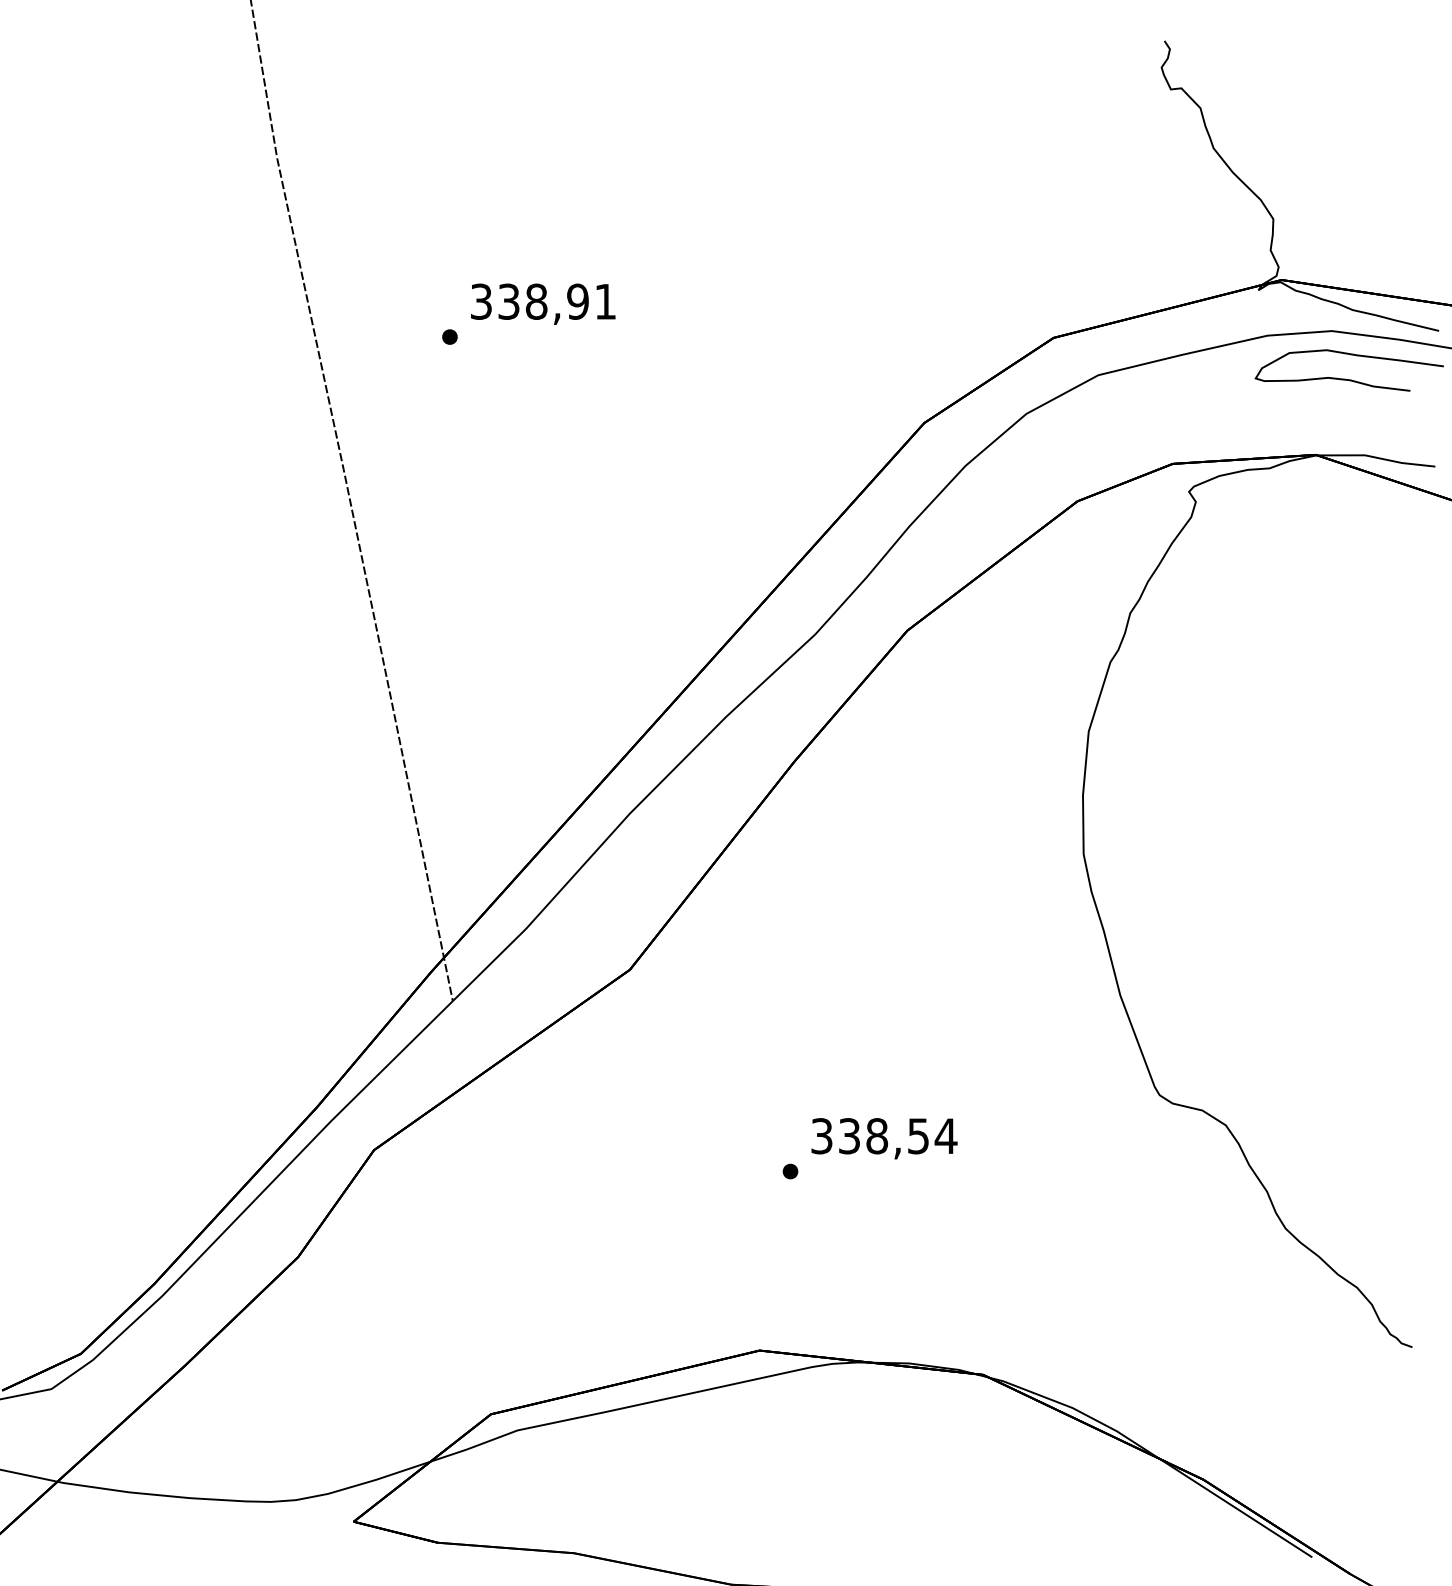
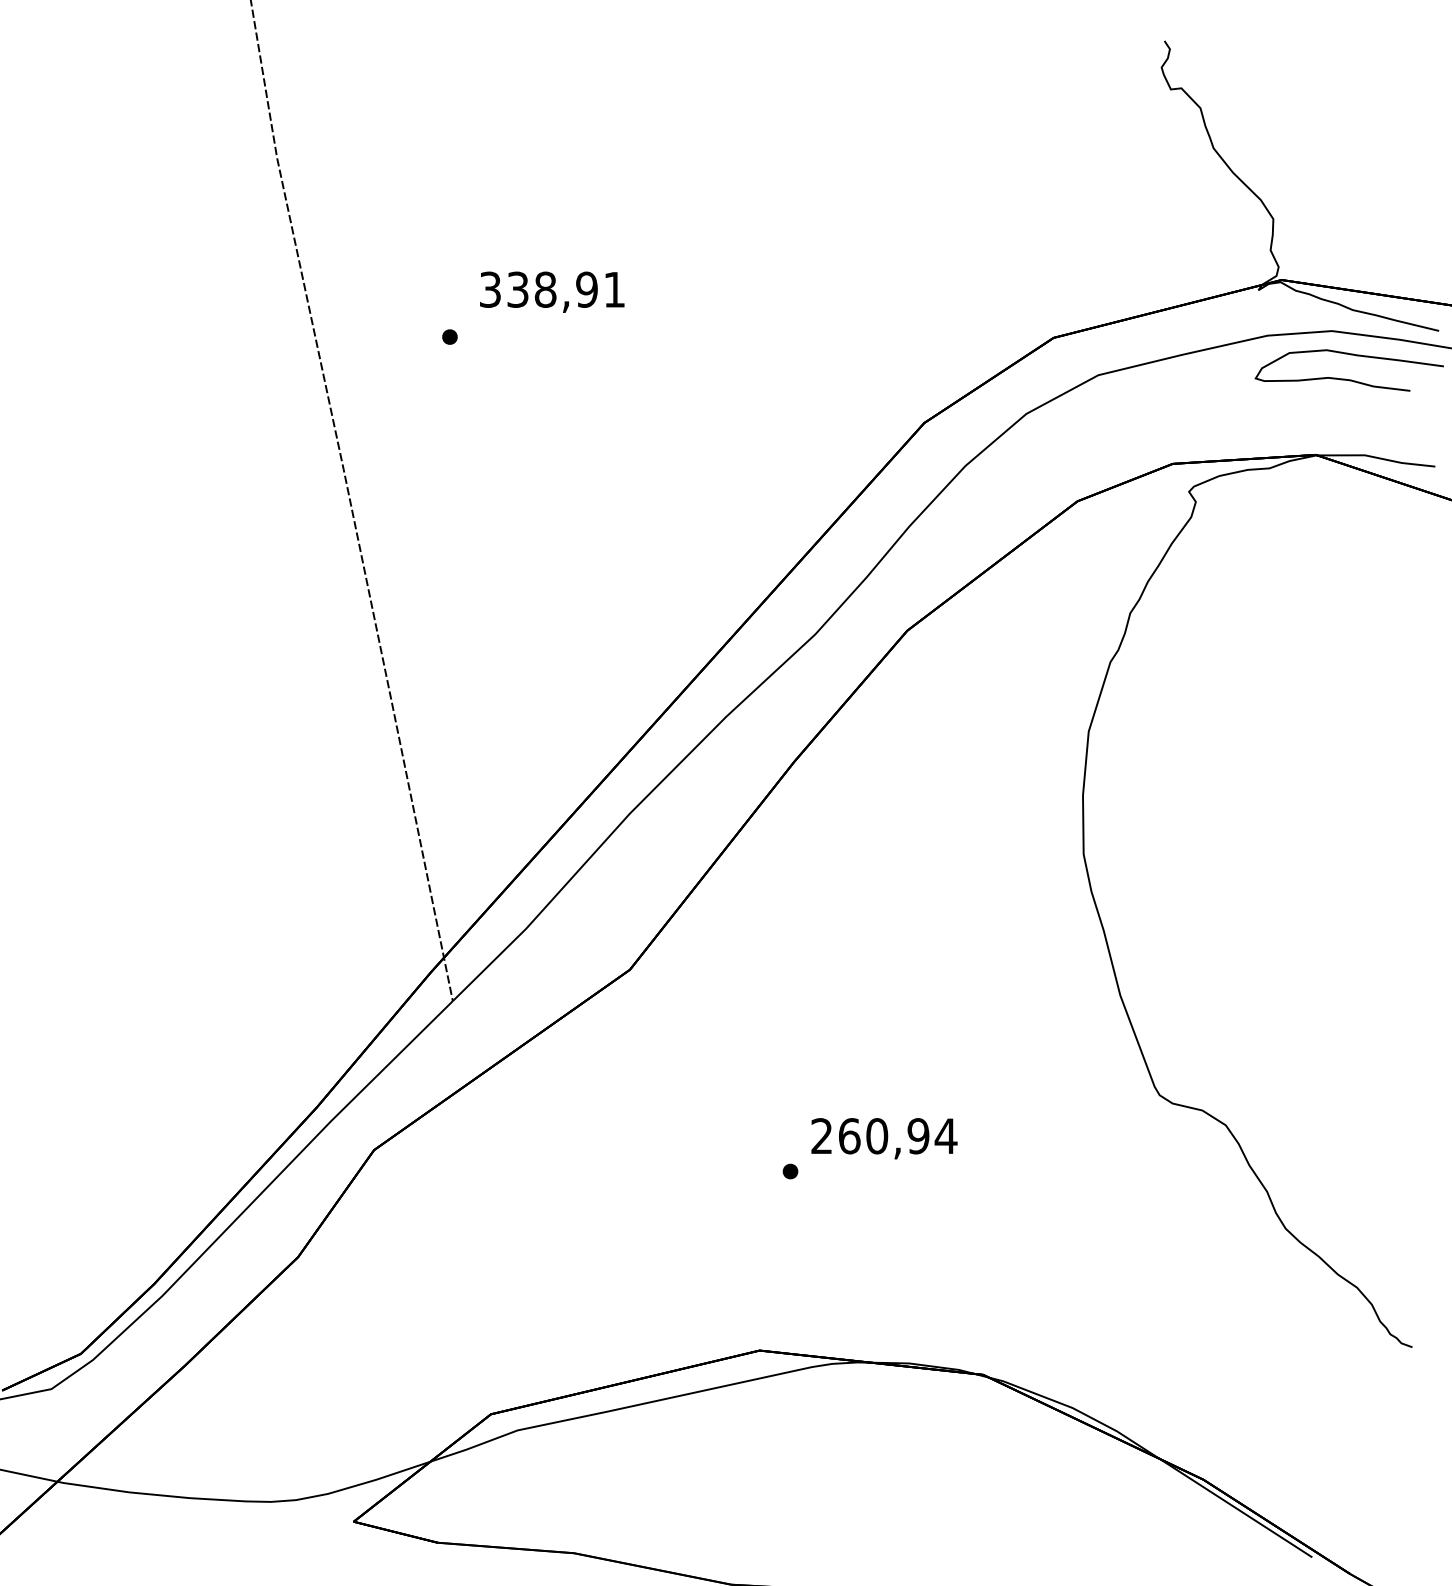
text at (543, 303) position: (543, 303) -> (552, 291)
text at (870, 1136): 338,54 -> 260,94
